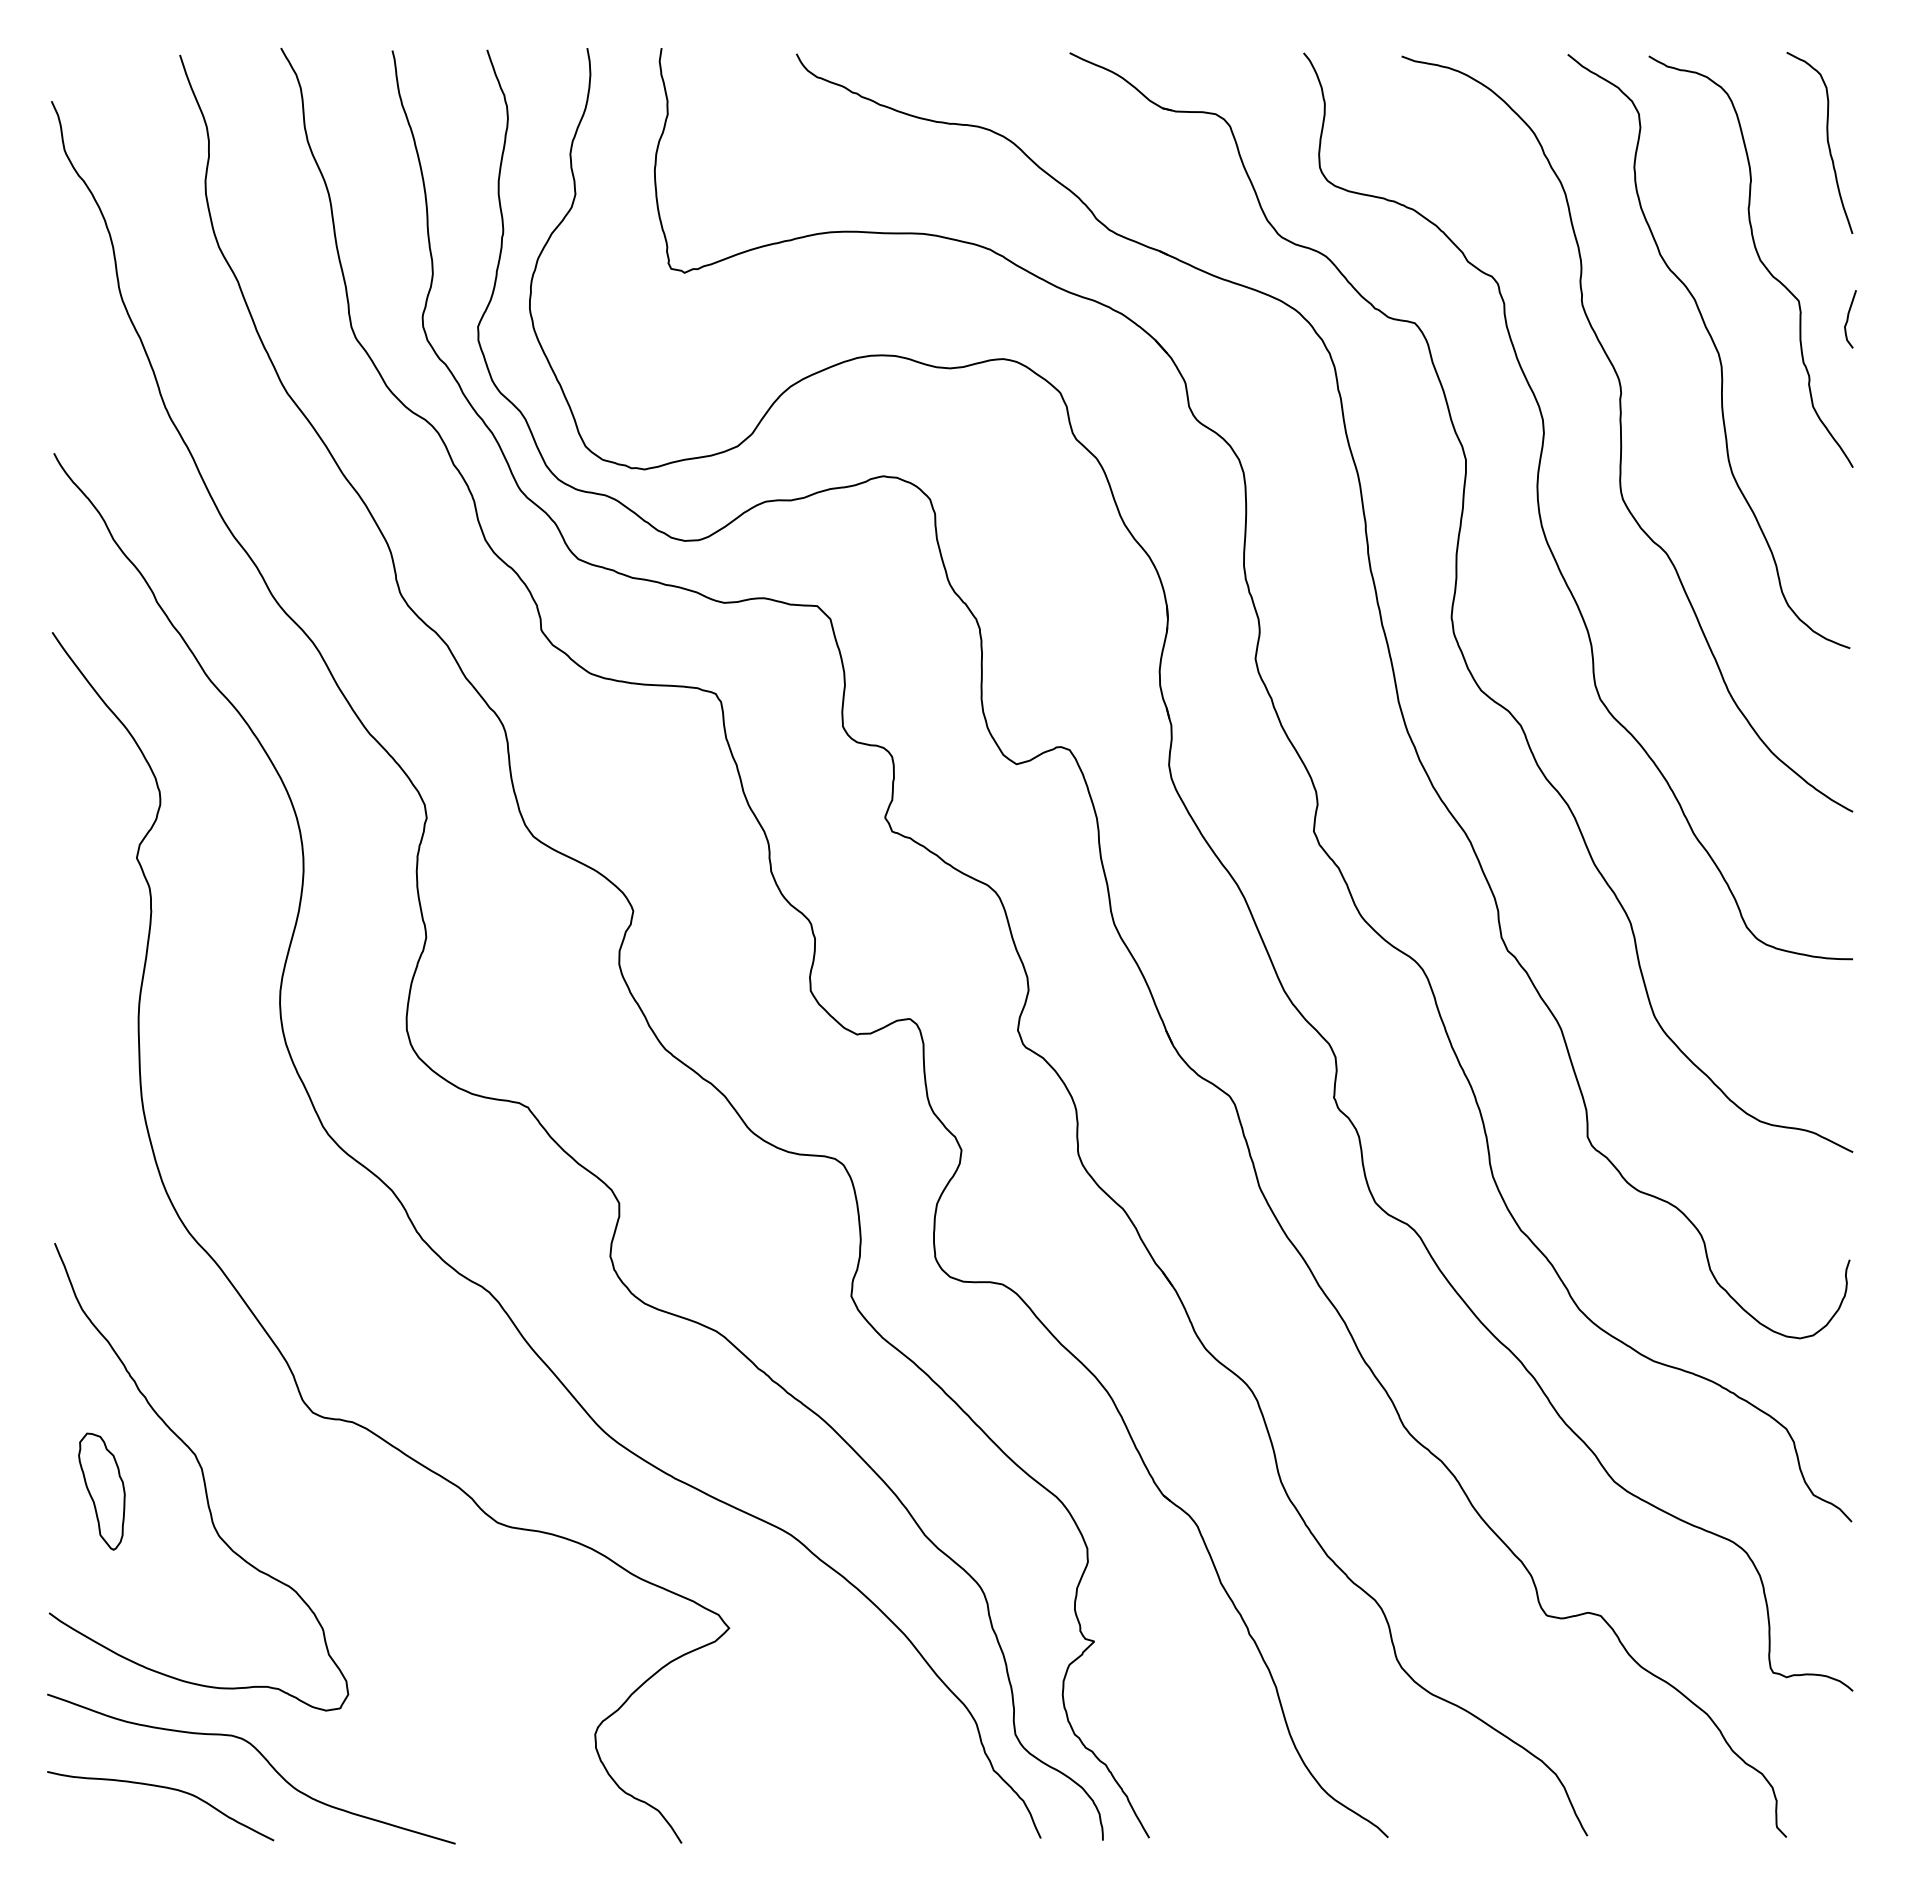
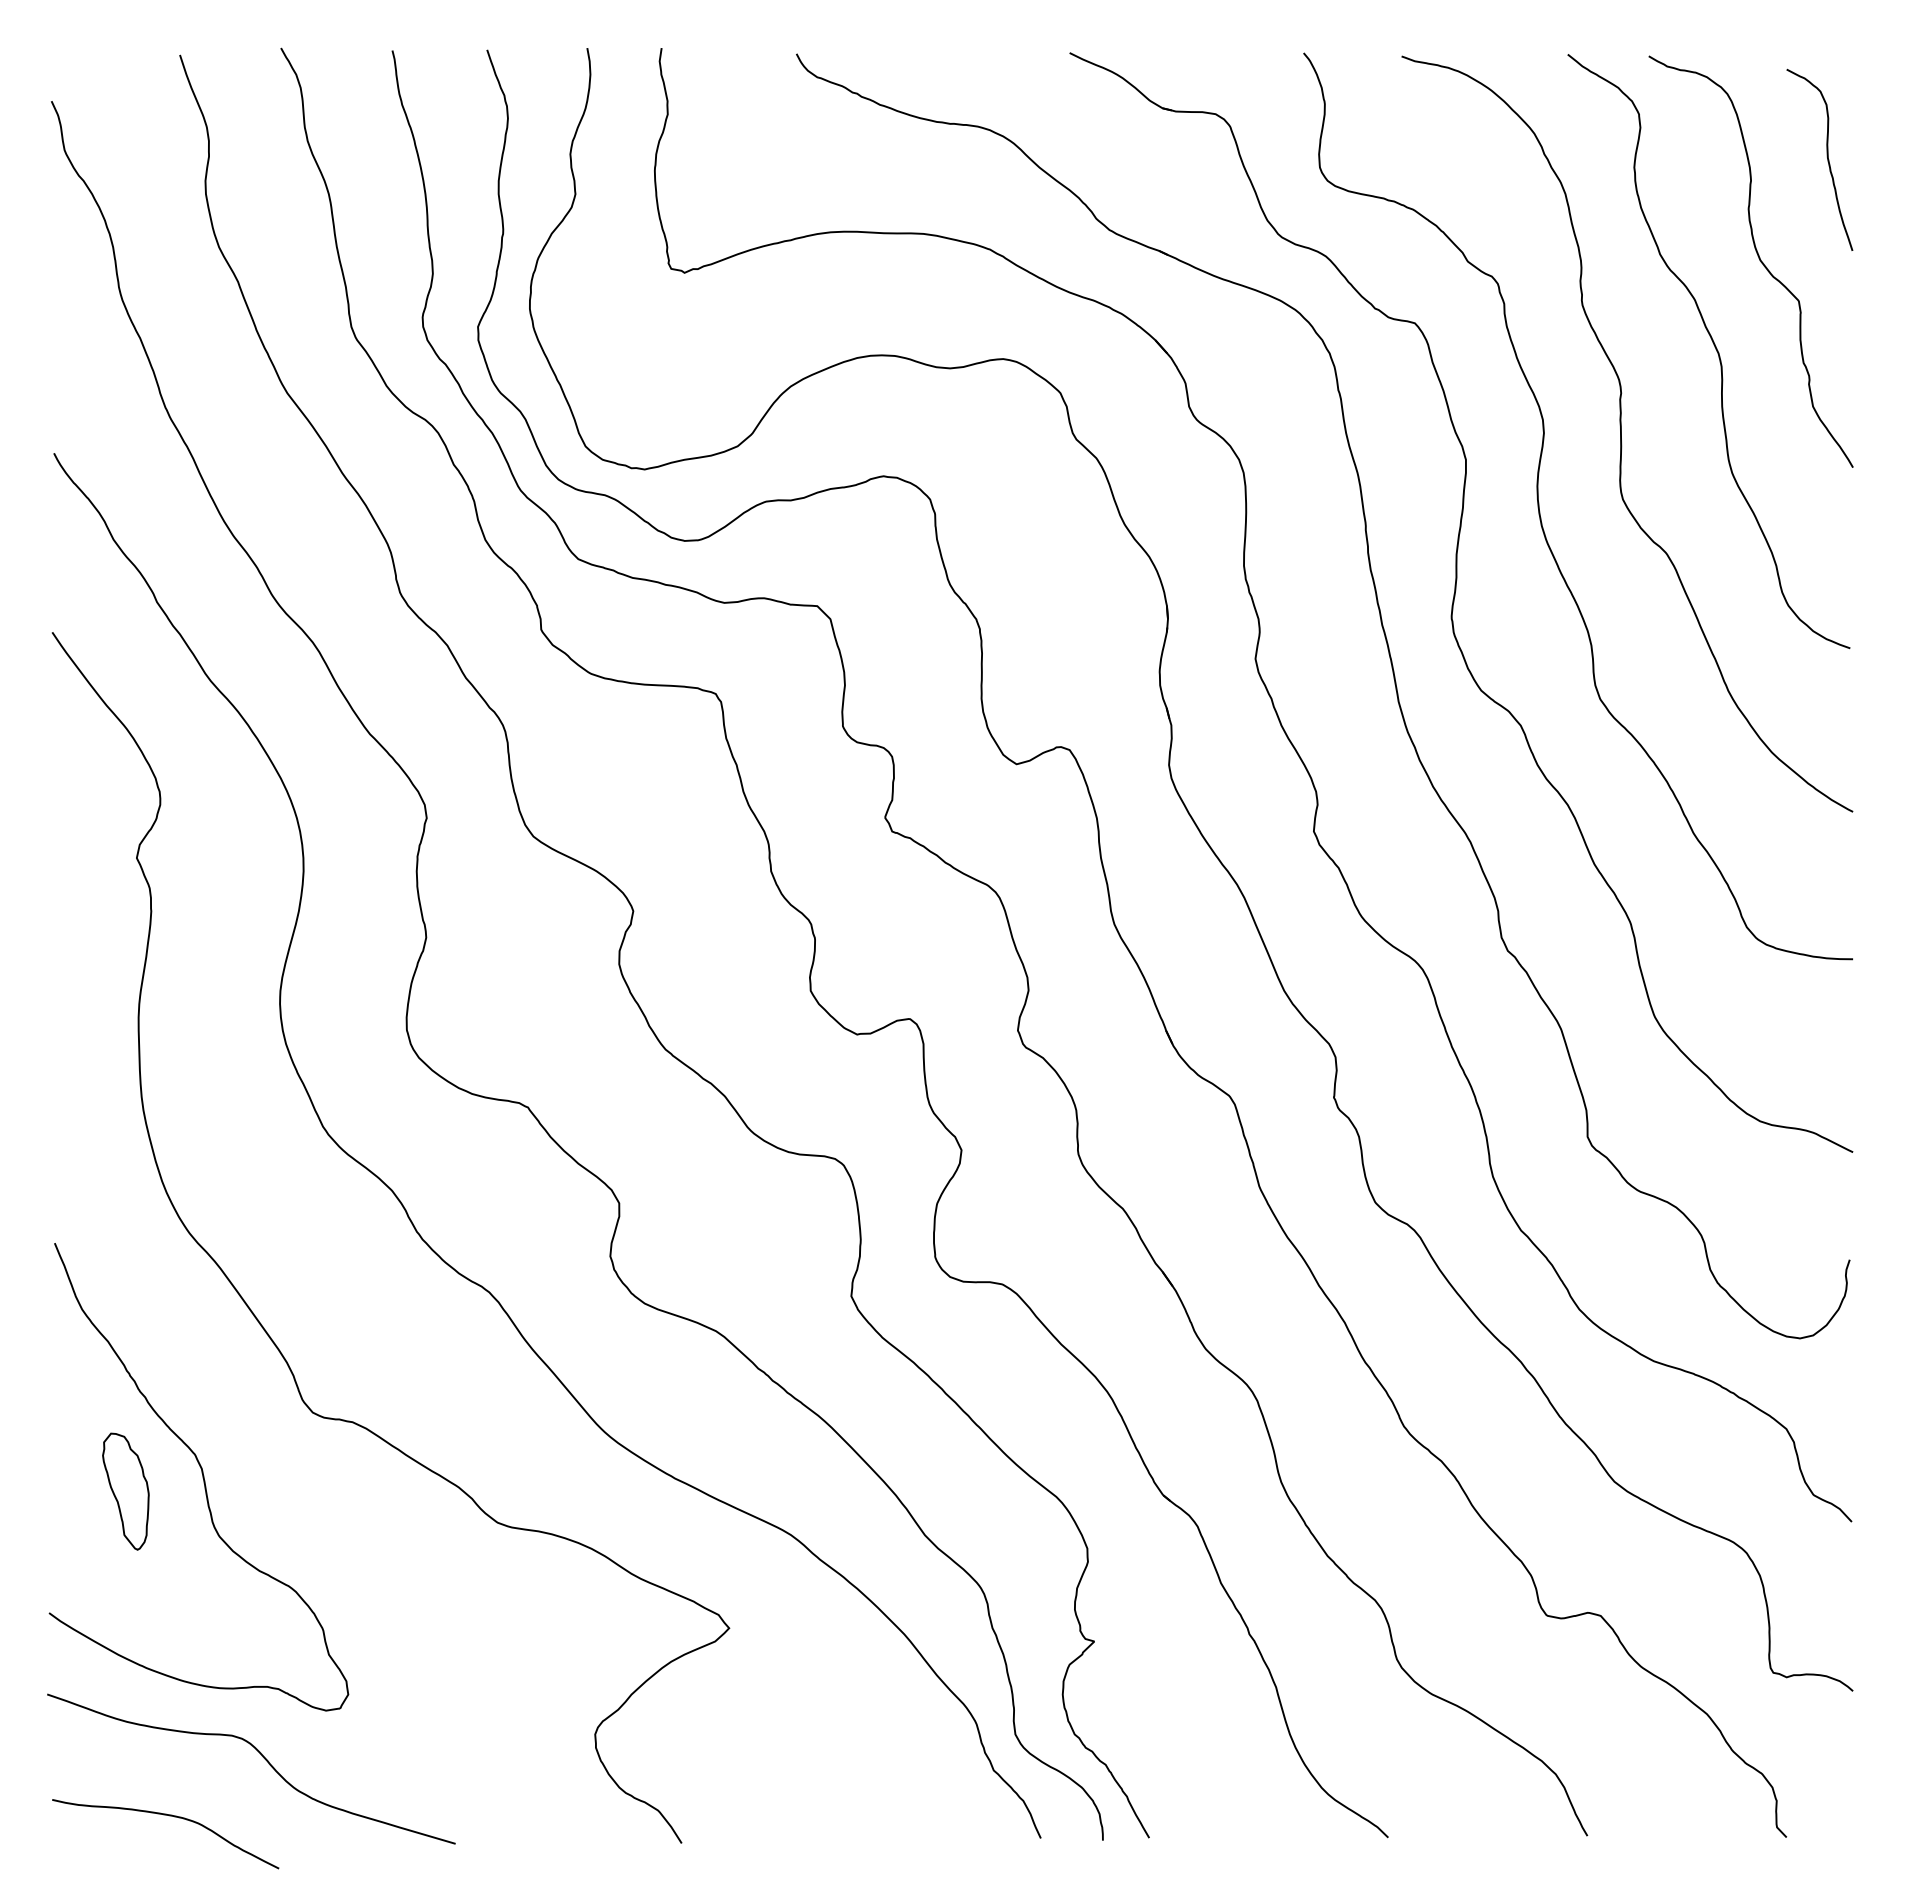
curve at (1826, 139) position: (1826, 139) -> (1826, 156)
curve at (1848, 319): present -> none
part at (101, 1491) position: (101, 1491) -> (125, 1491)
curve at (164, 1788) position: (164, 1788) -> (169, 1816)
